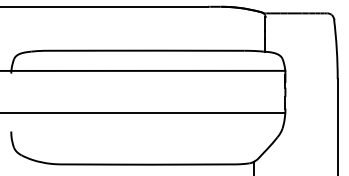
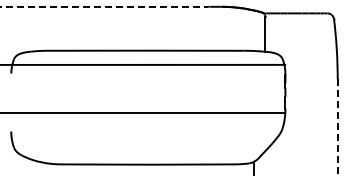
line at (104, 6): solid -> dashed
line at (143, 70) position: (143, 70) -> (143, 64)
line at (337, 127): solid -> dashed
